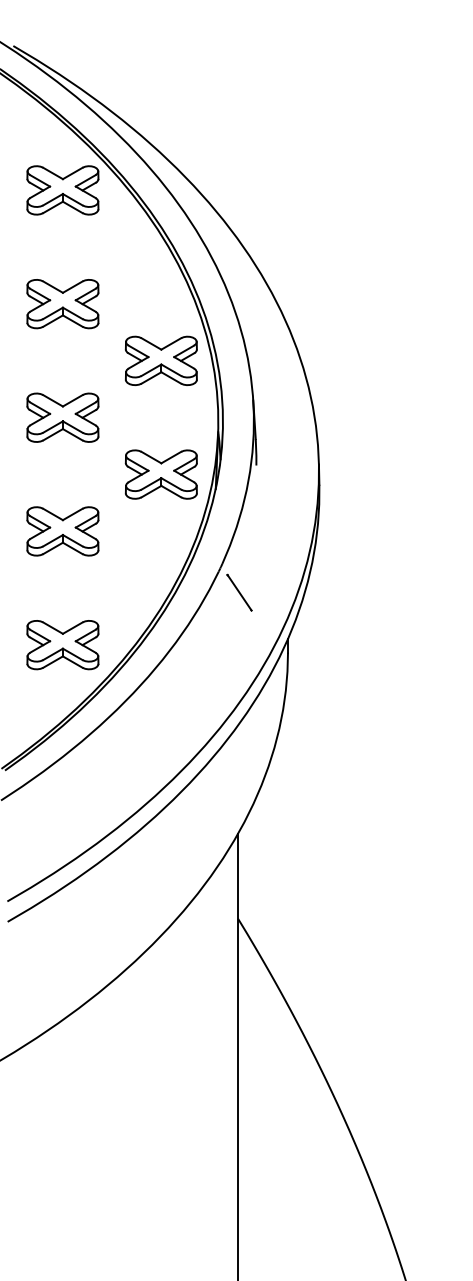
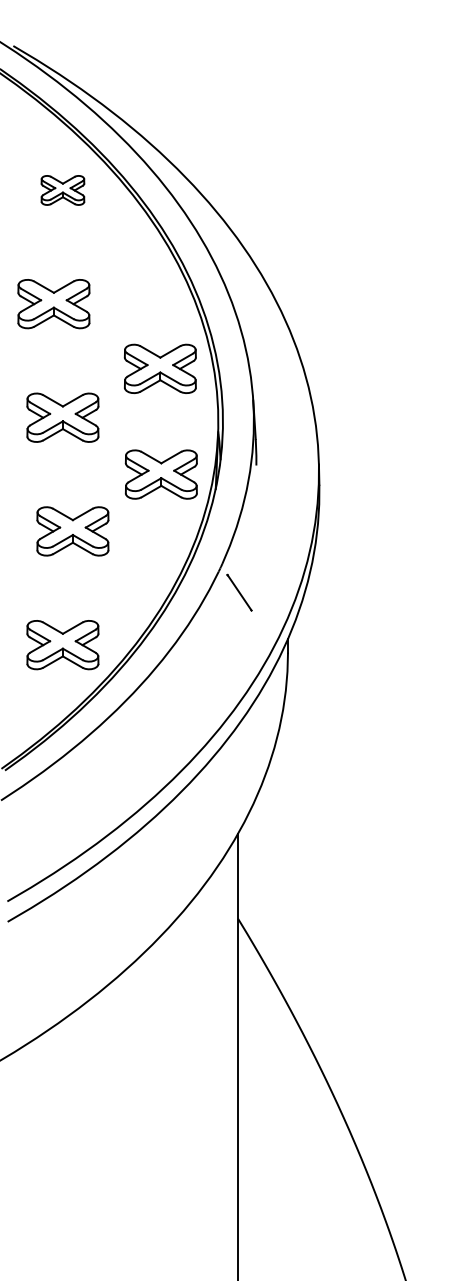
part at (62, 190) size: 74x51 px -> 46x31 px
part at (62, 304) position: (62, 304) -> (53, 304)
part at (160, 360) position: (160, 360) -> (159, 368)
part at (62, 531) position: (62, 531) -> (72, 531)
